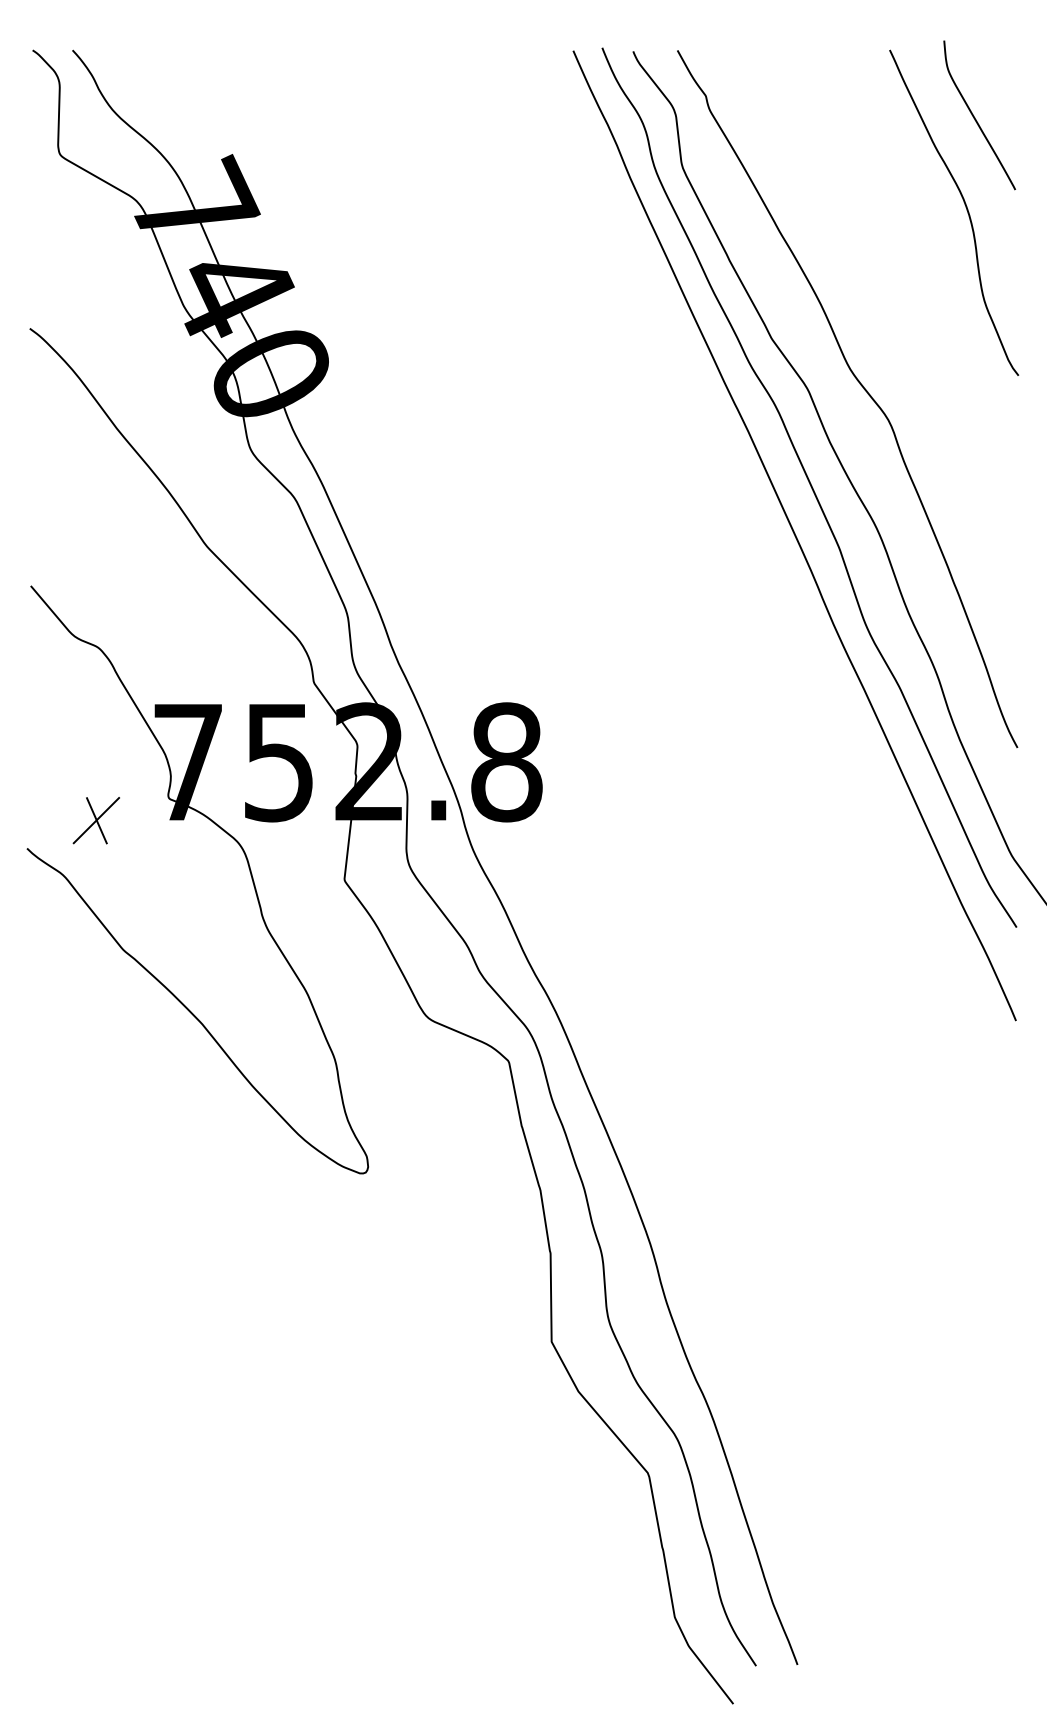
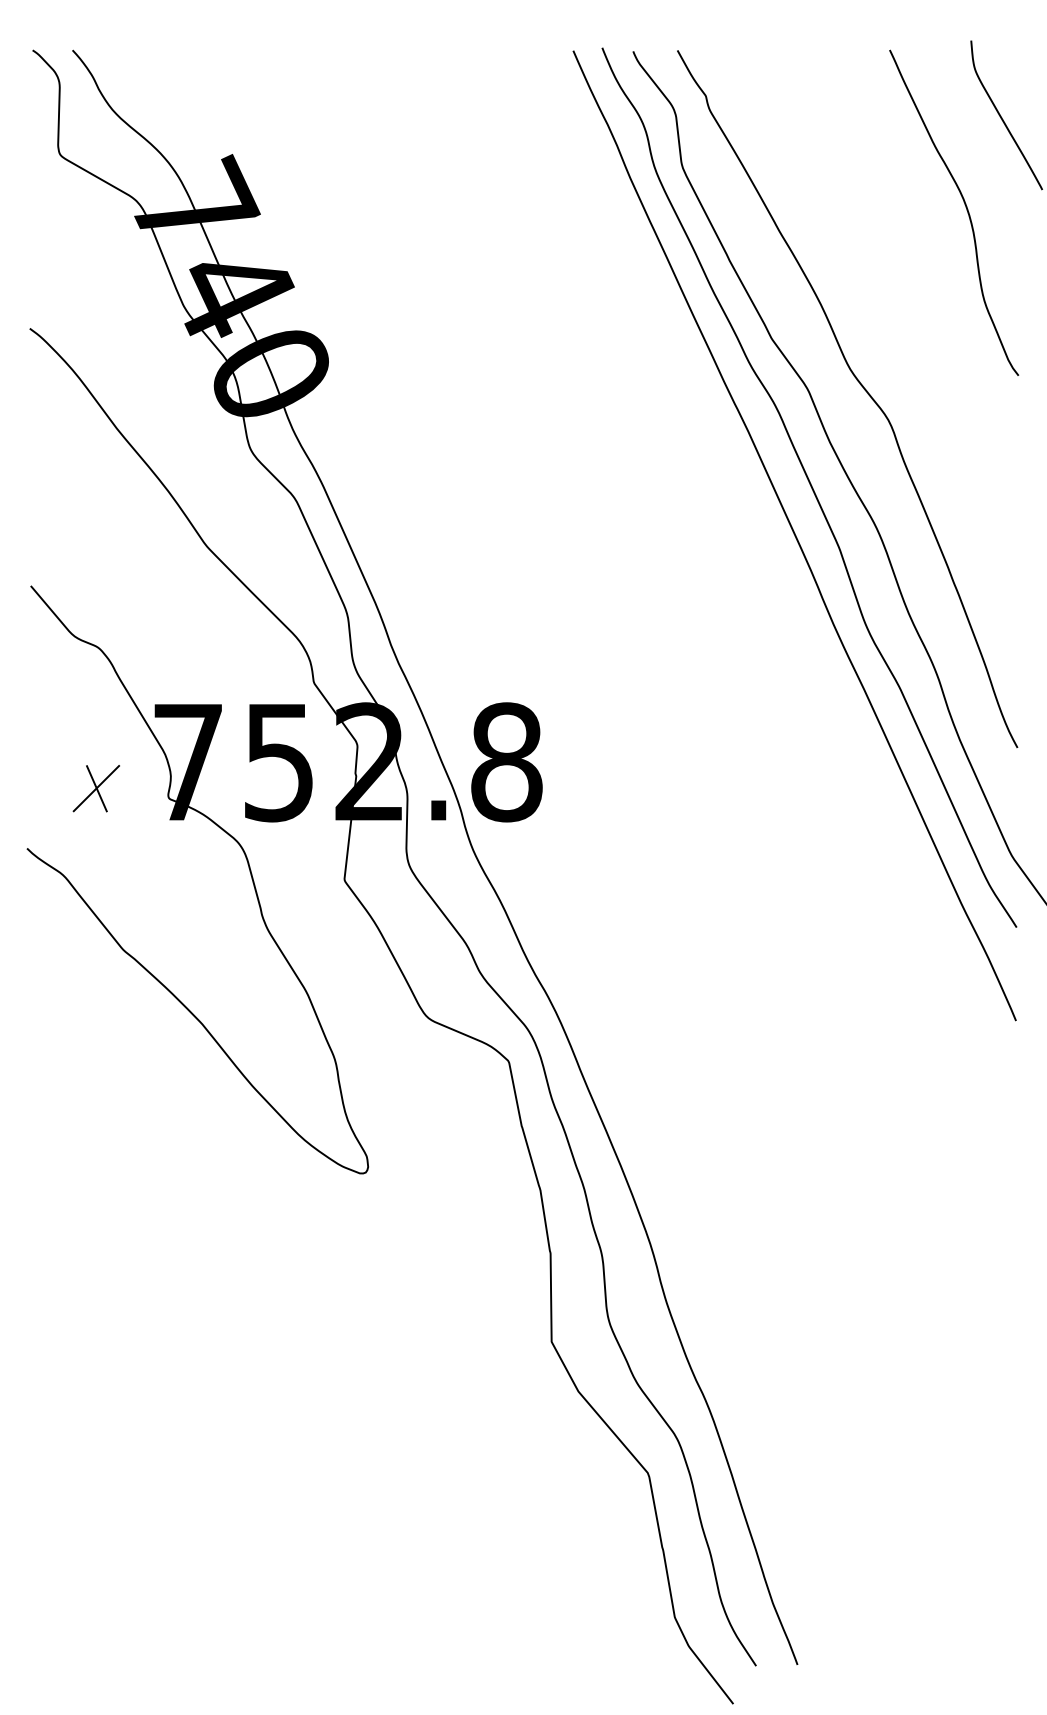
curve at (975, 117) position: (975, 117) -> (1002, 117)
part at (95, 820) position: (95, 820) -> (95, 788)
